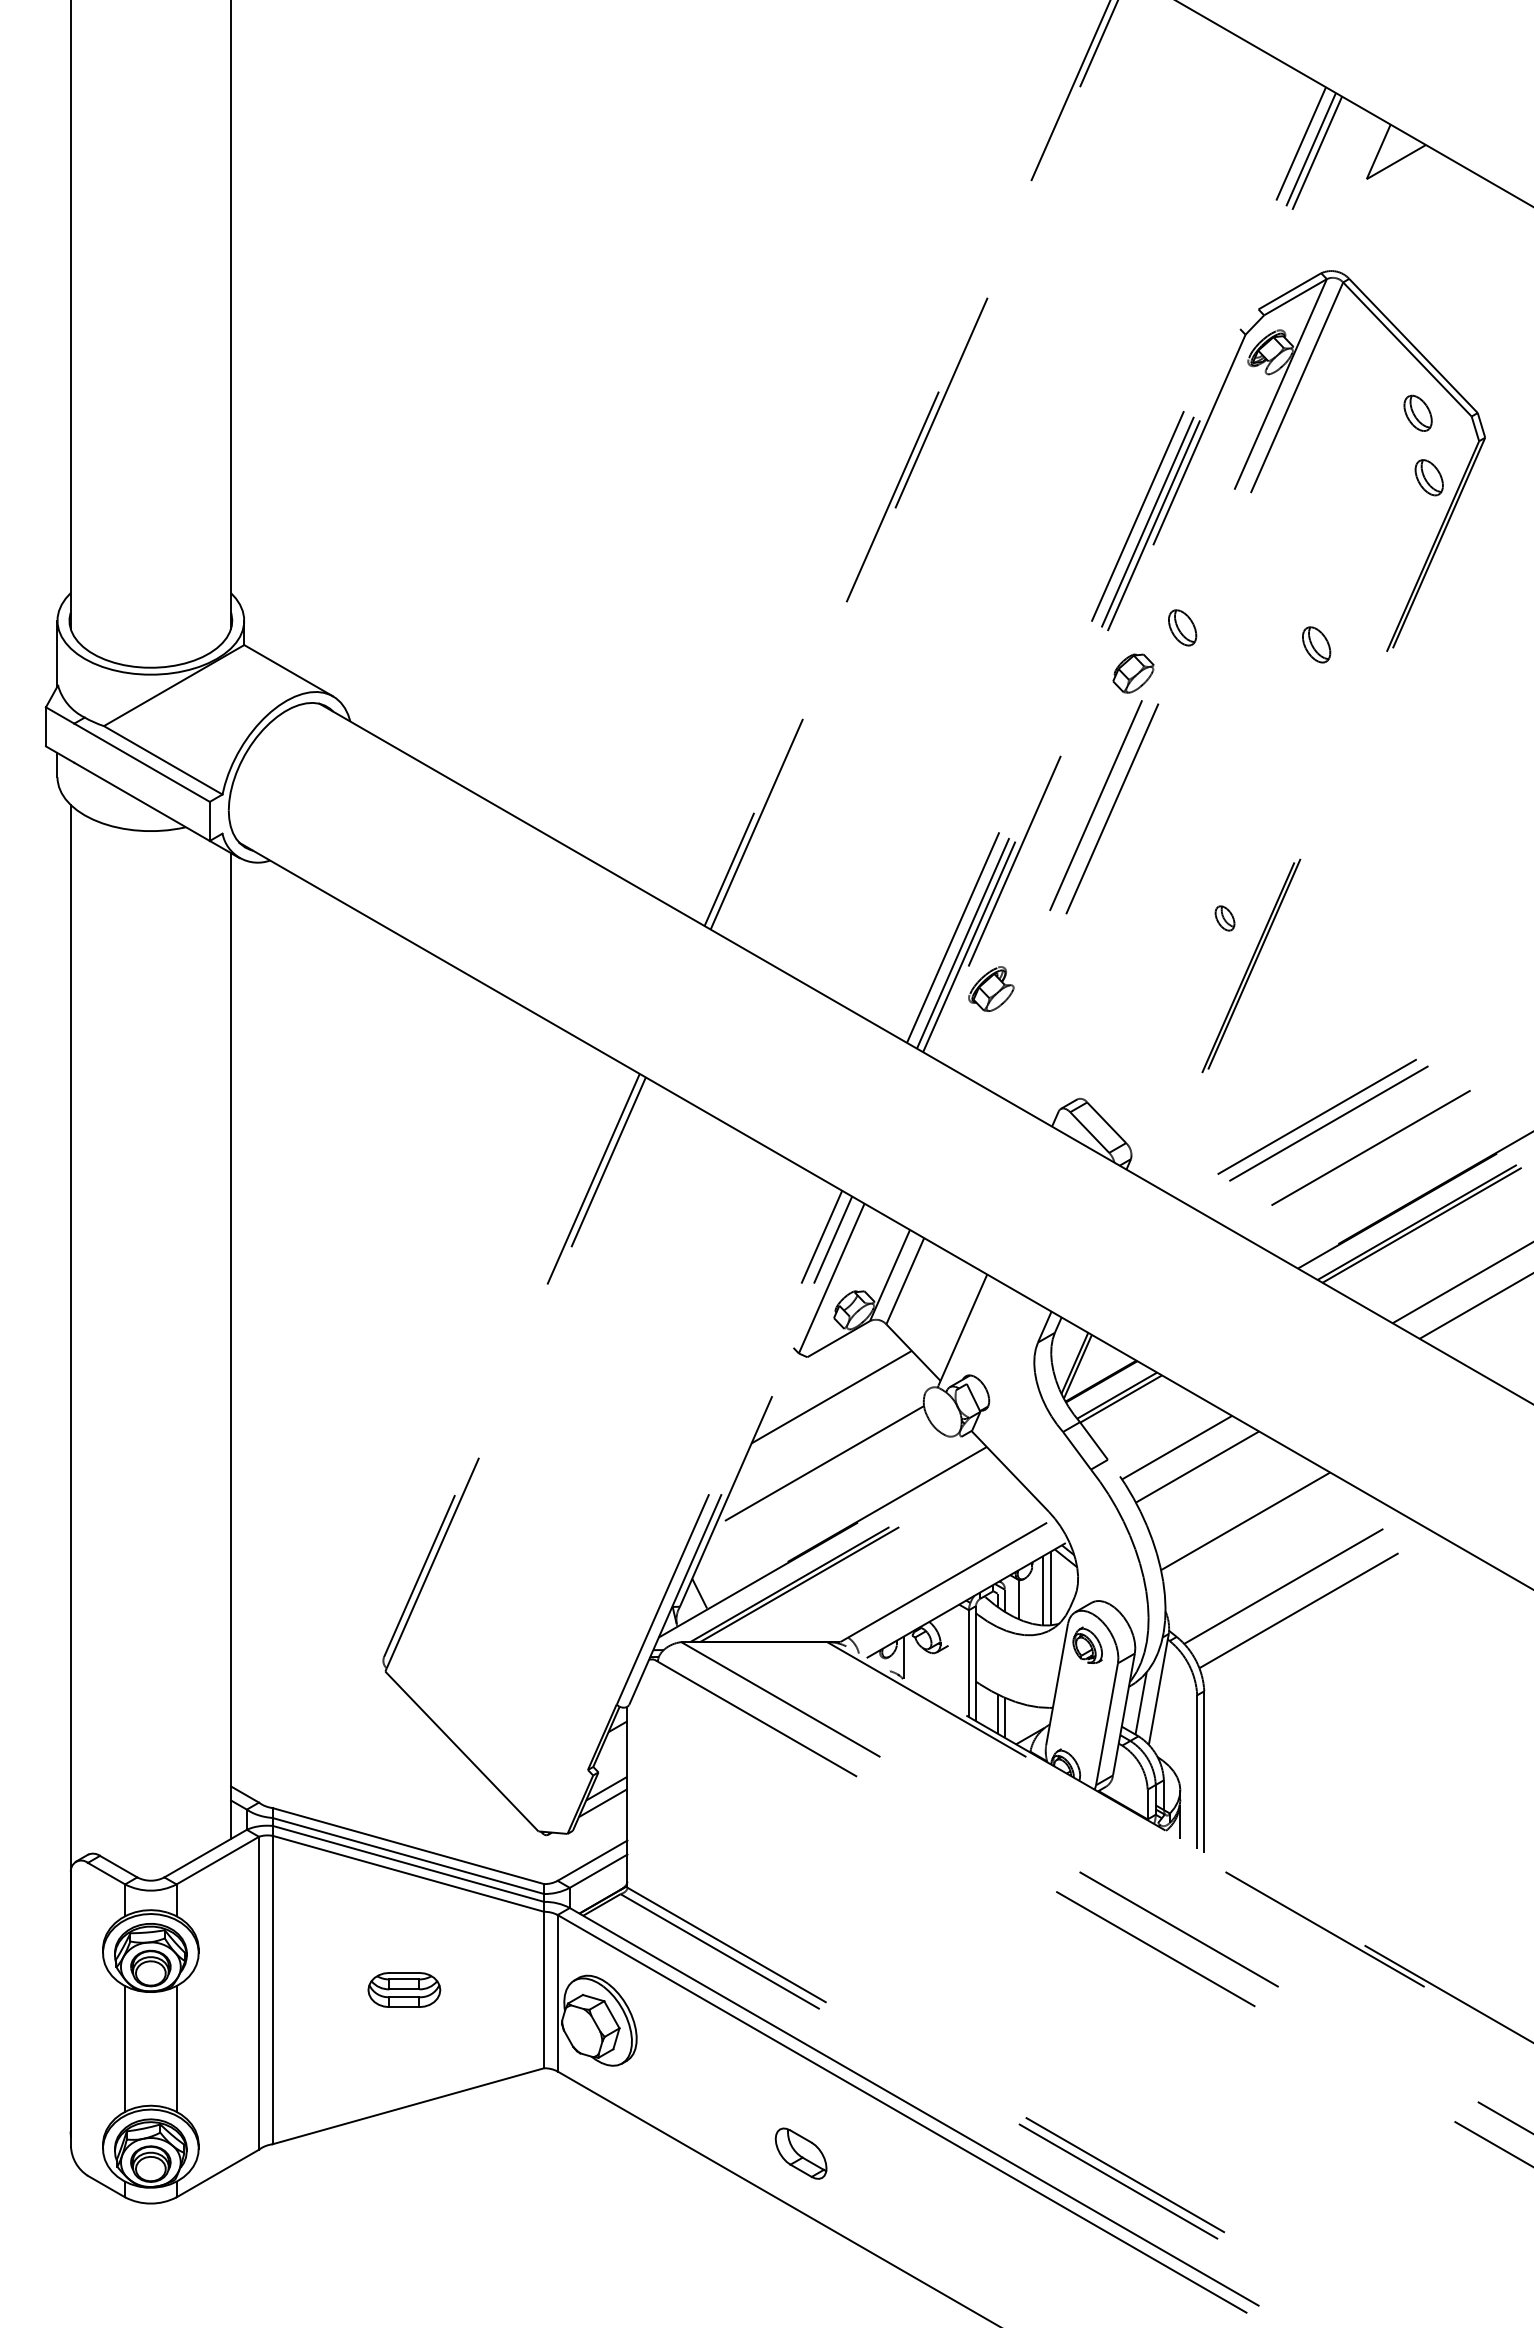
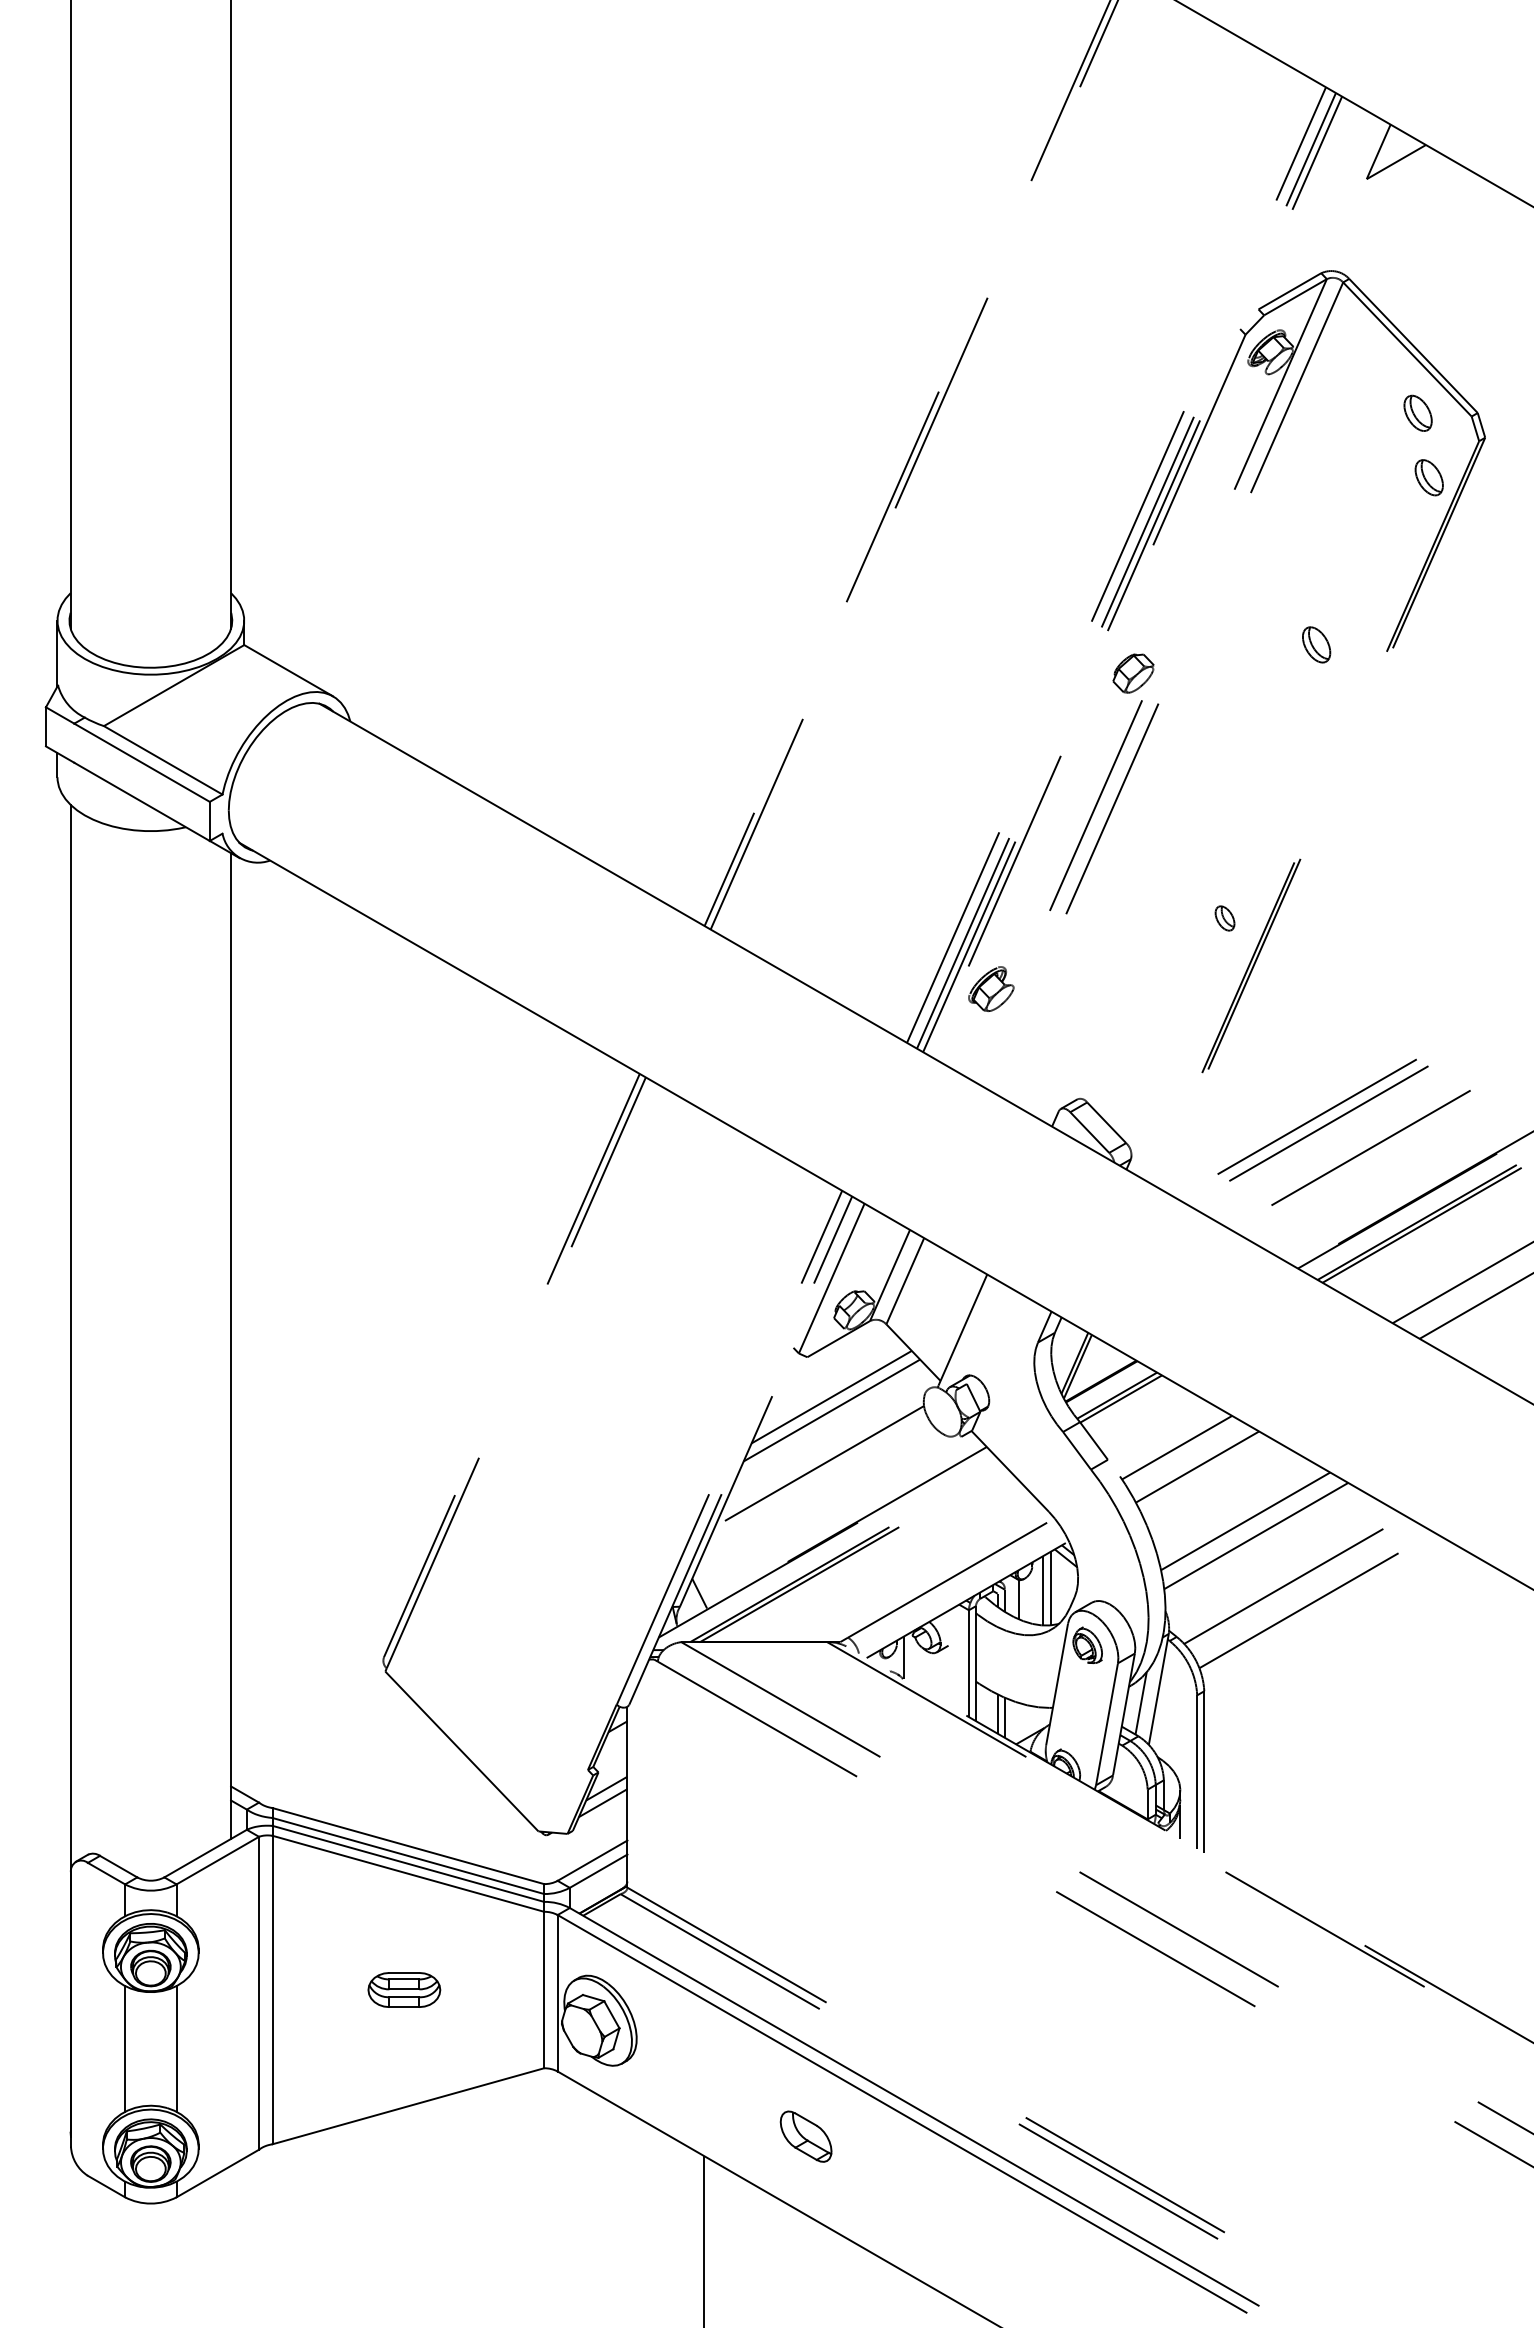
part at (1182, 627): present -> none
line at (831, 1410): none -> present
line at (1256, 1535): none -> present
part at (800, 2153) position: (800, 2153) -> (805, 2136)
line at (704, 2240): none -> present
